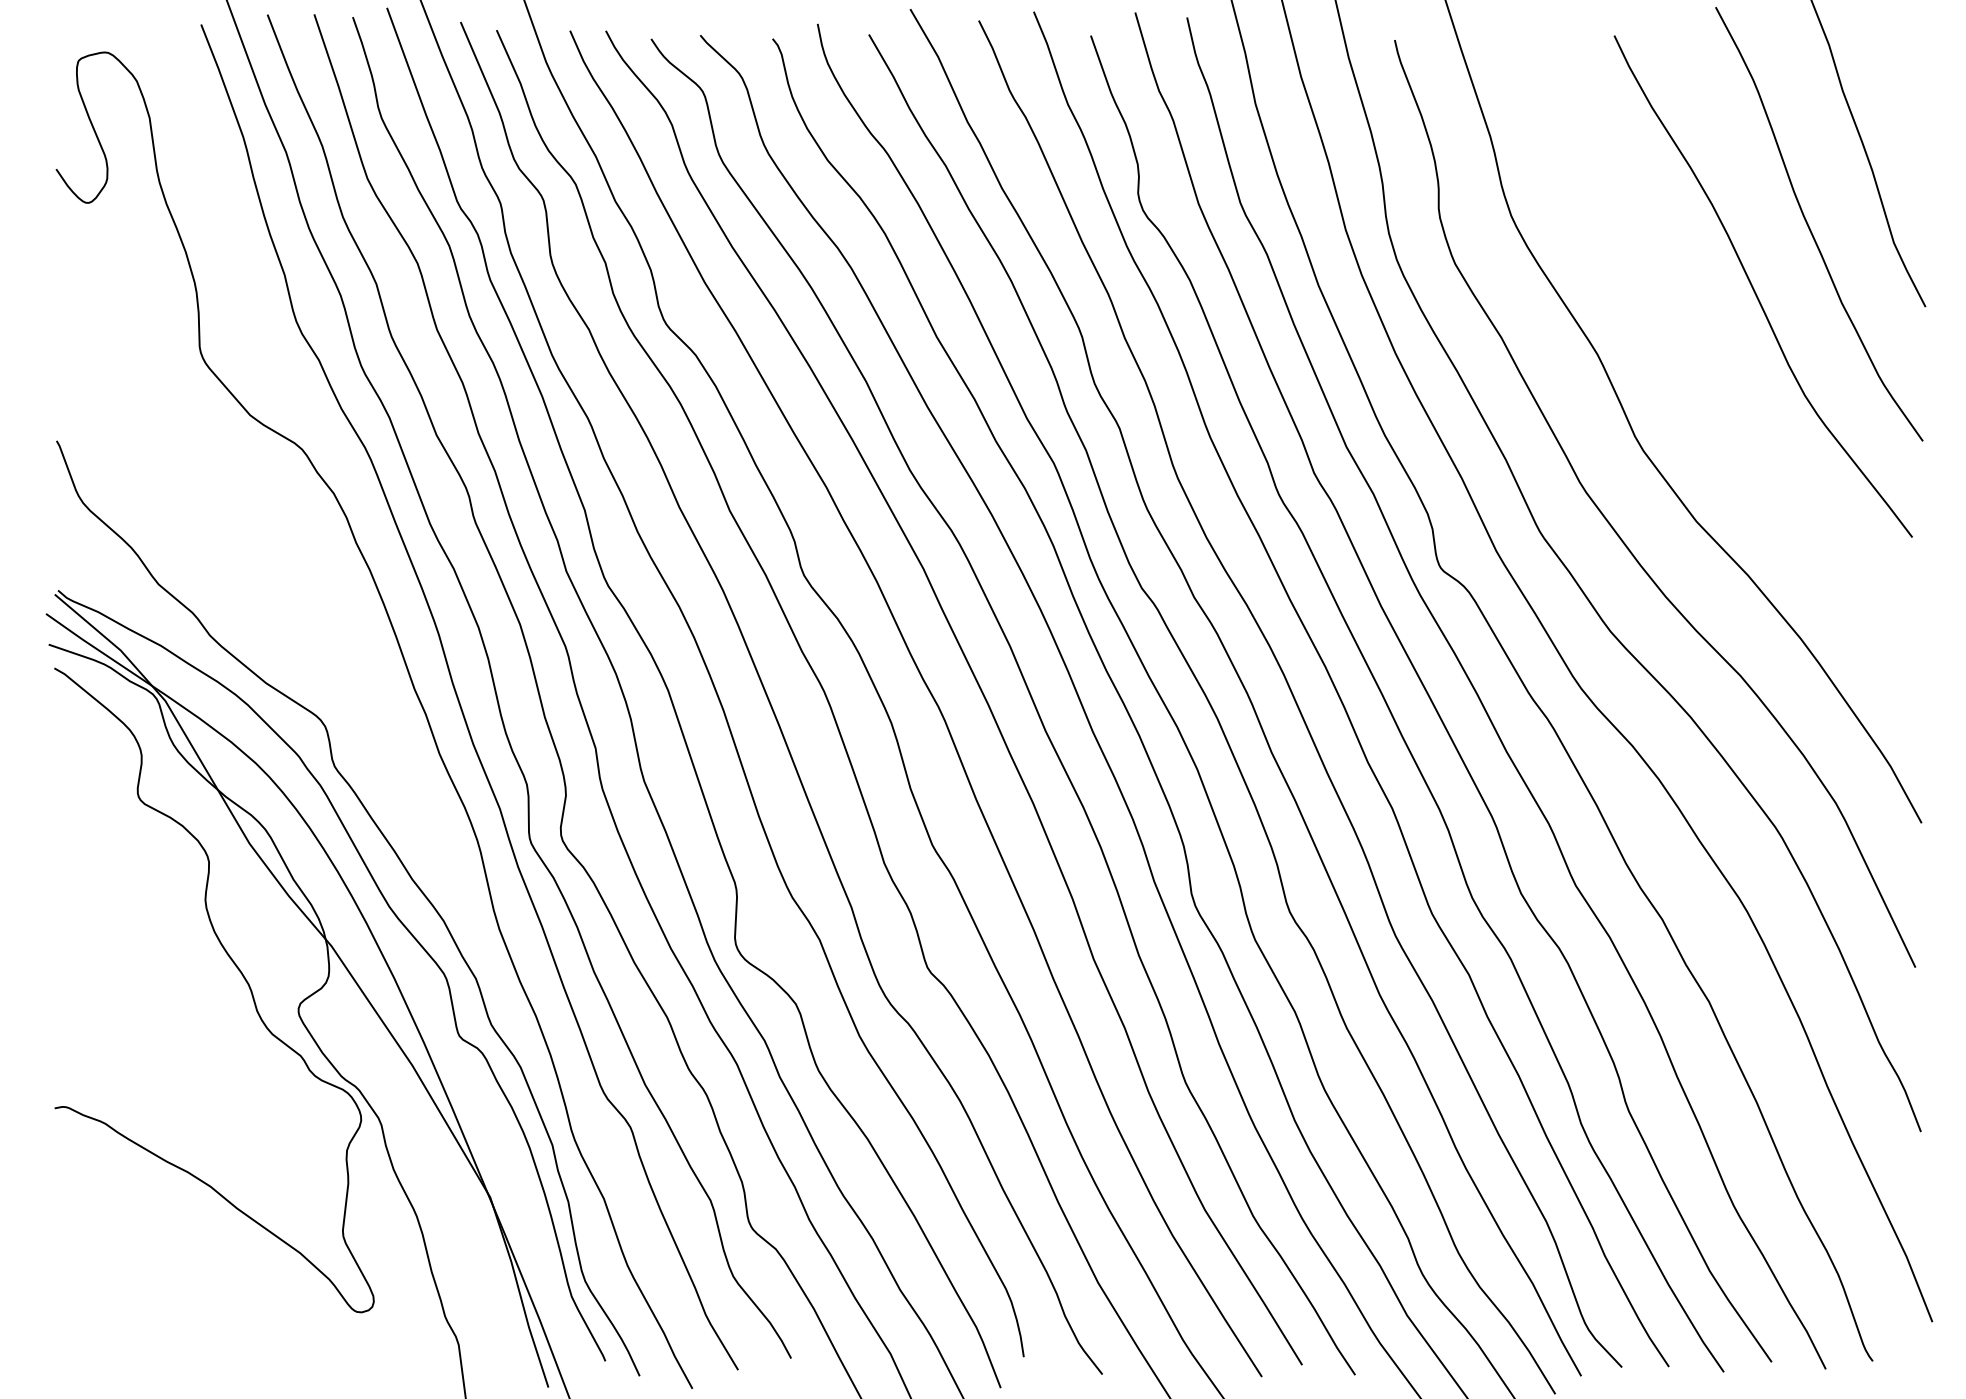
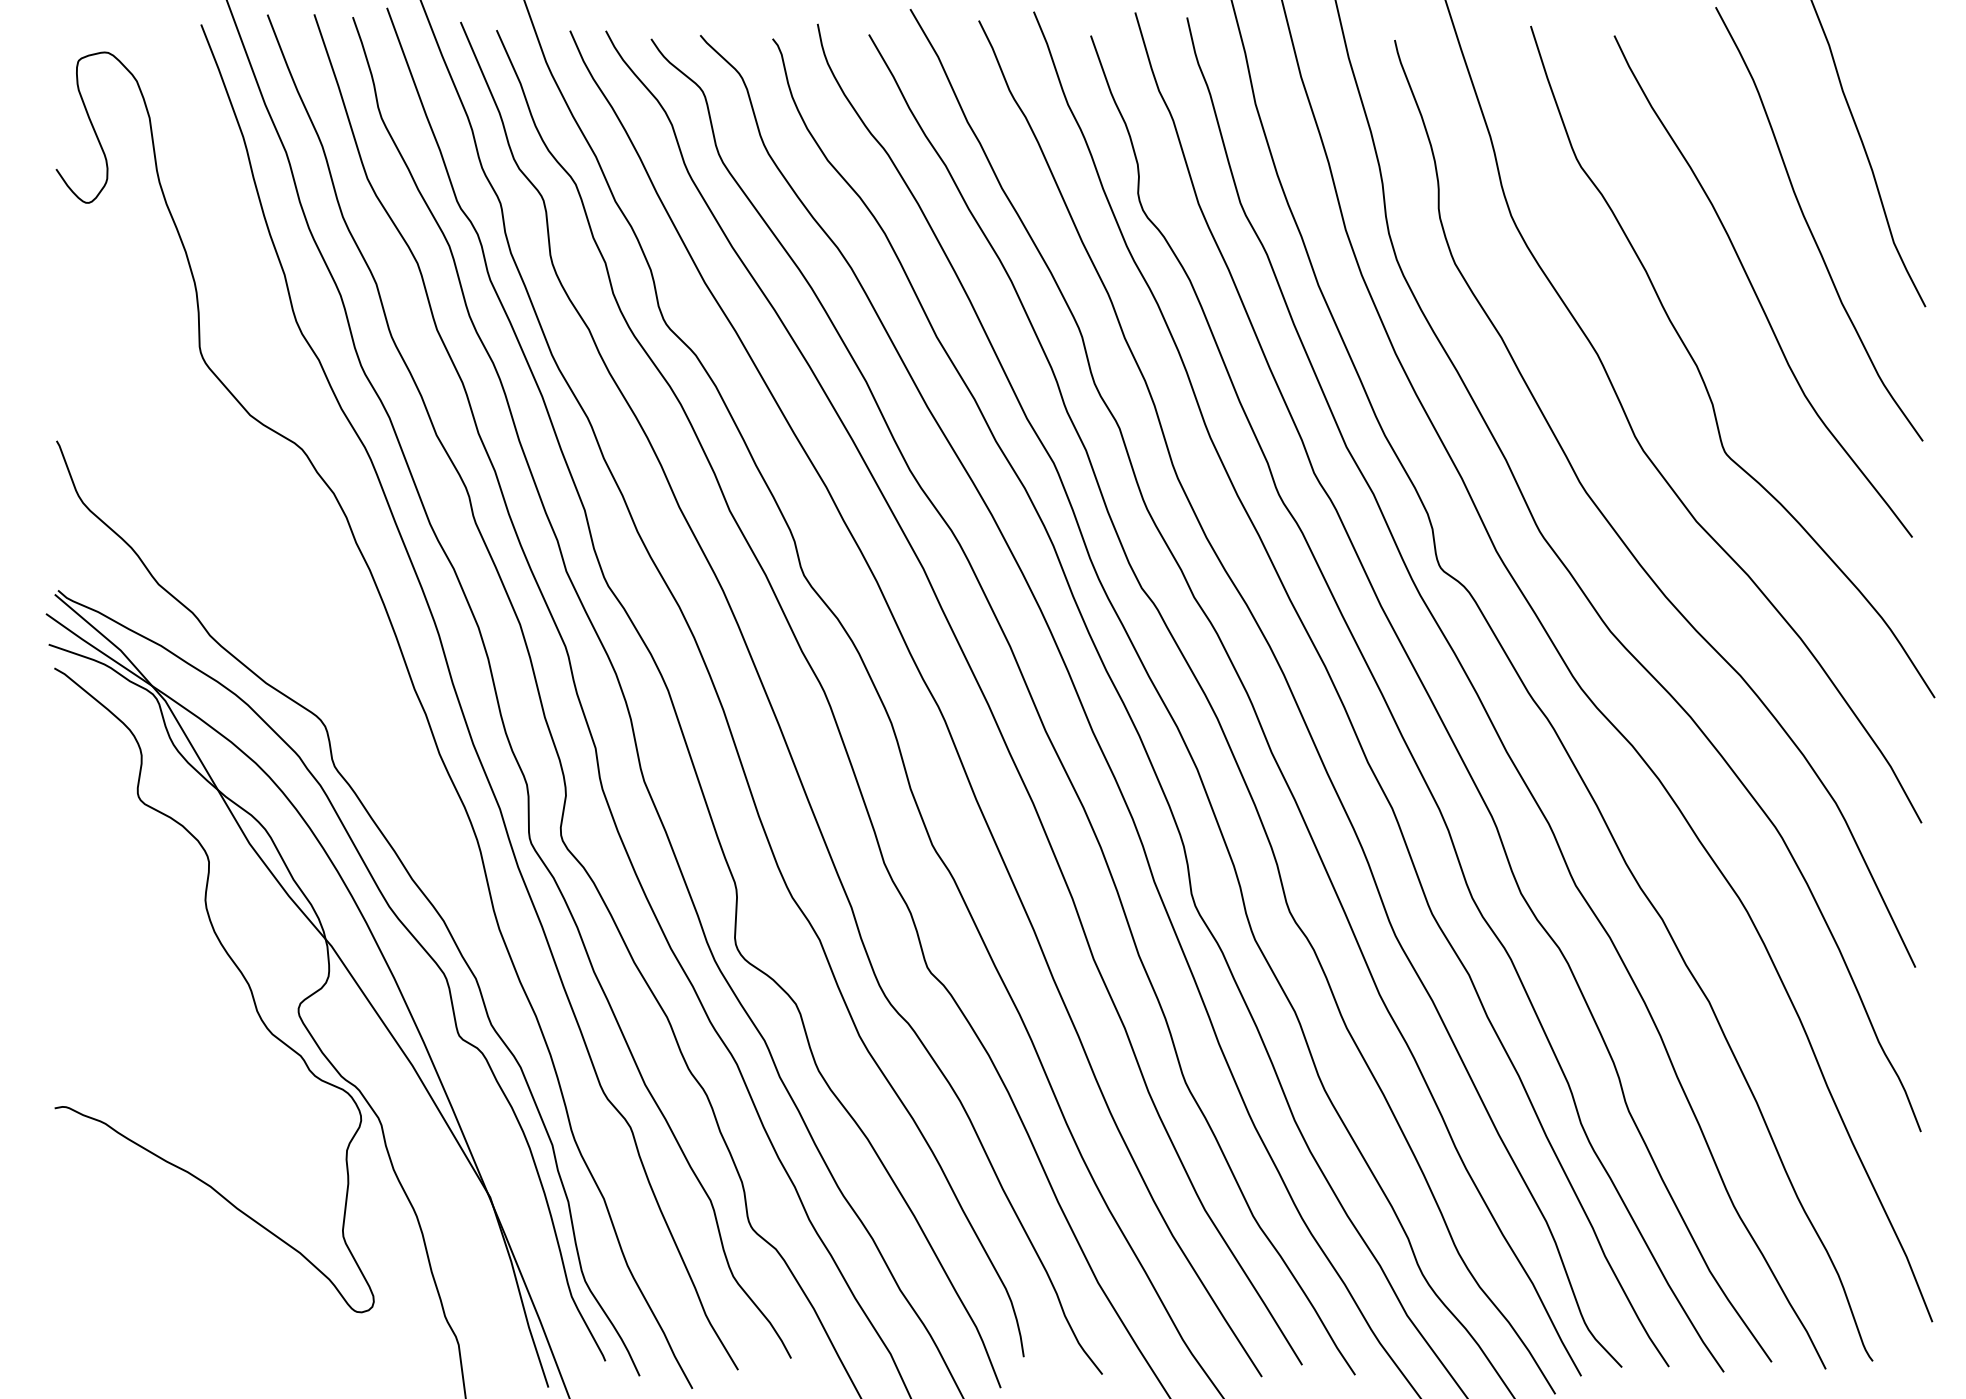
curve at (1700, 371): none -> present
